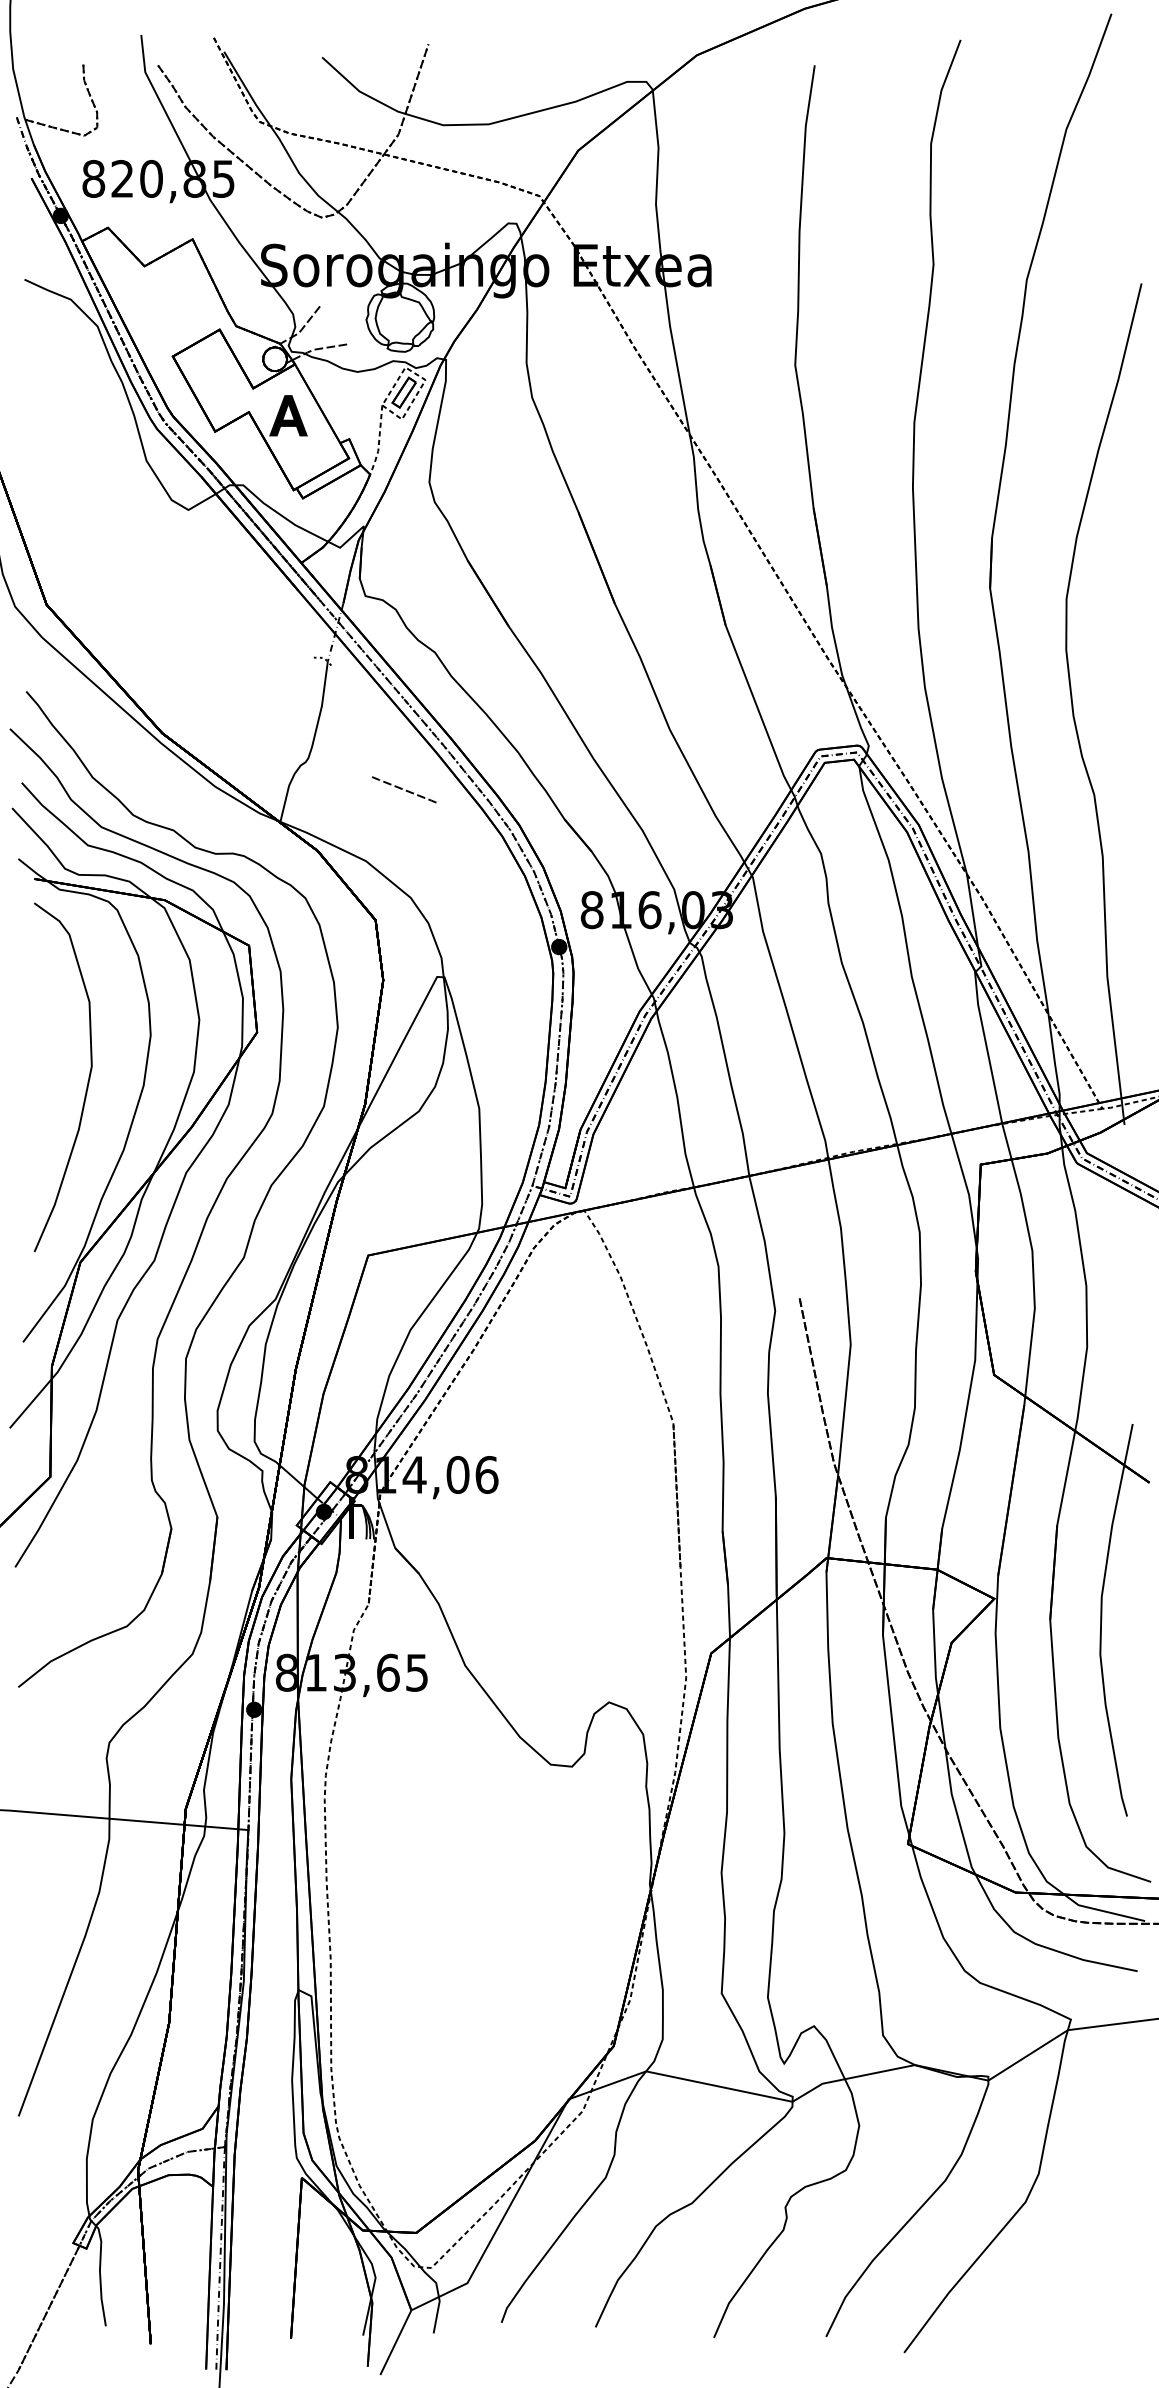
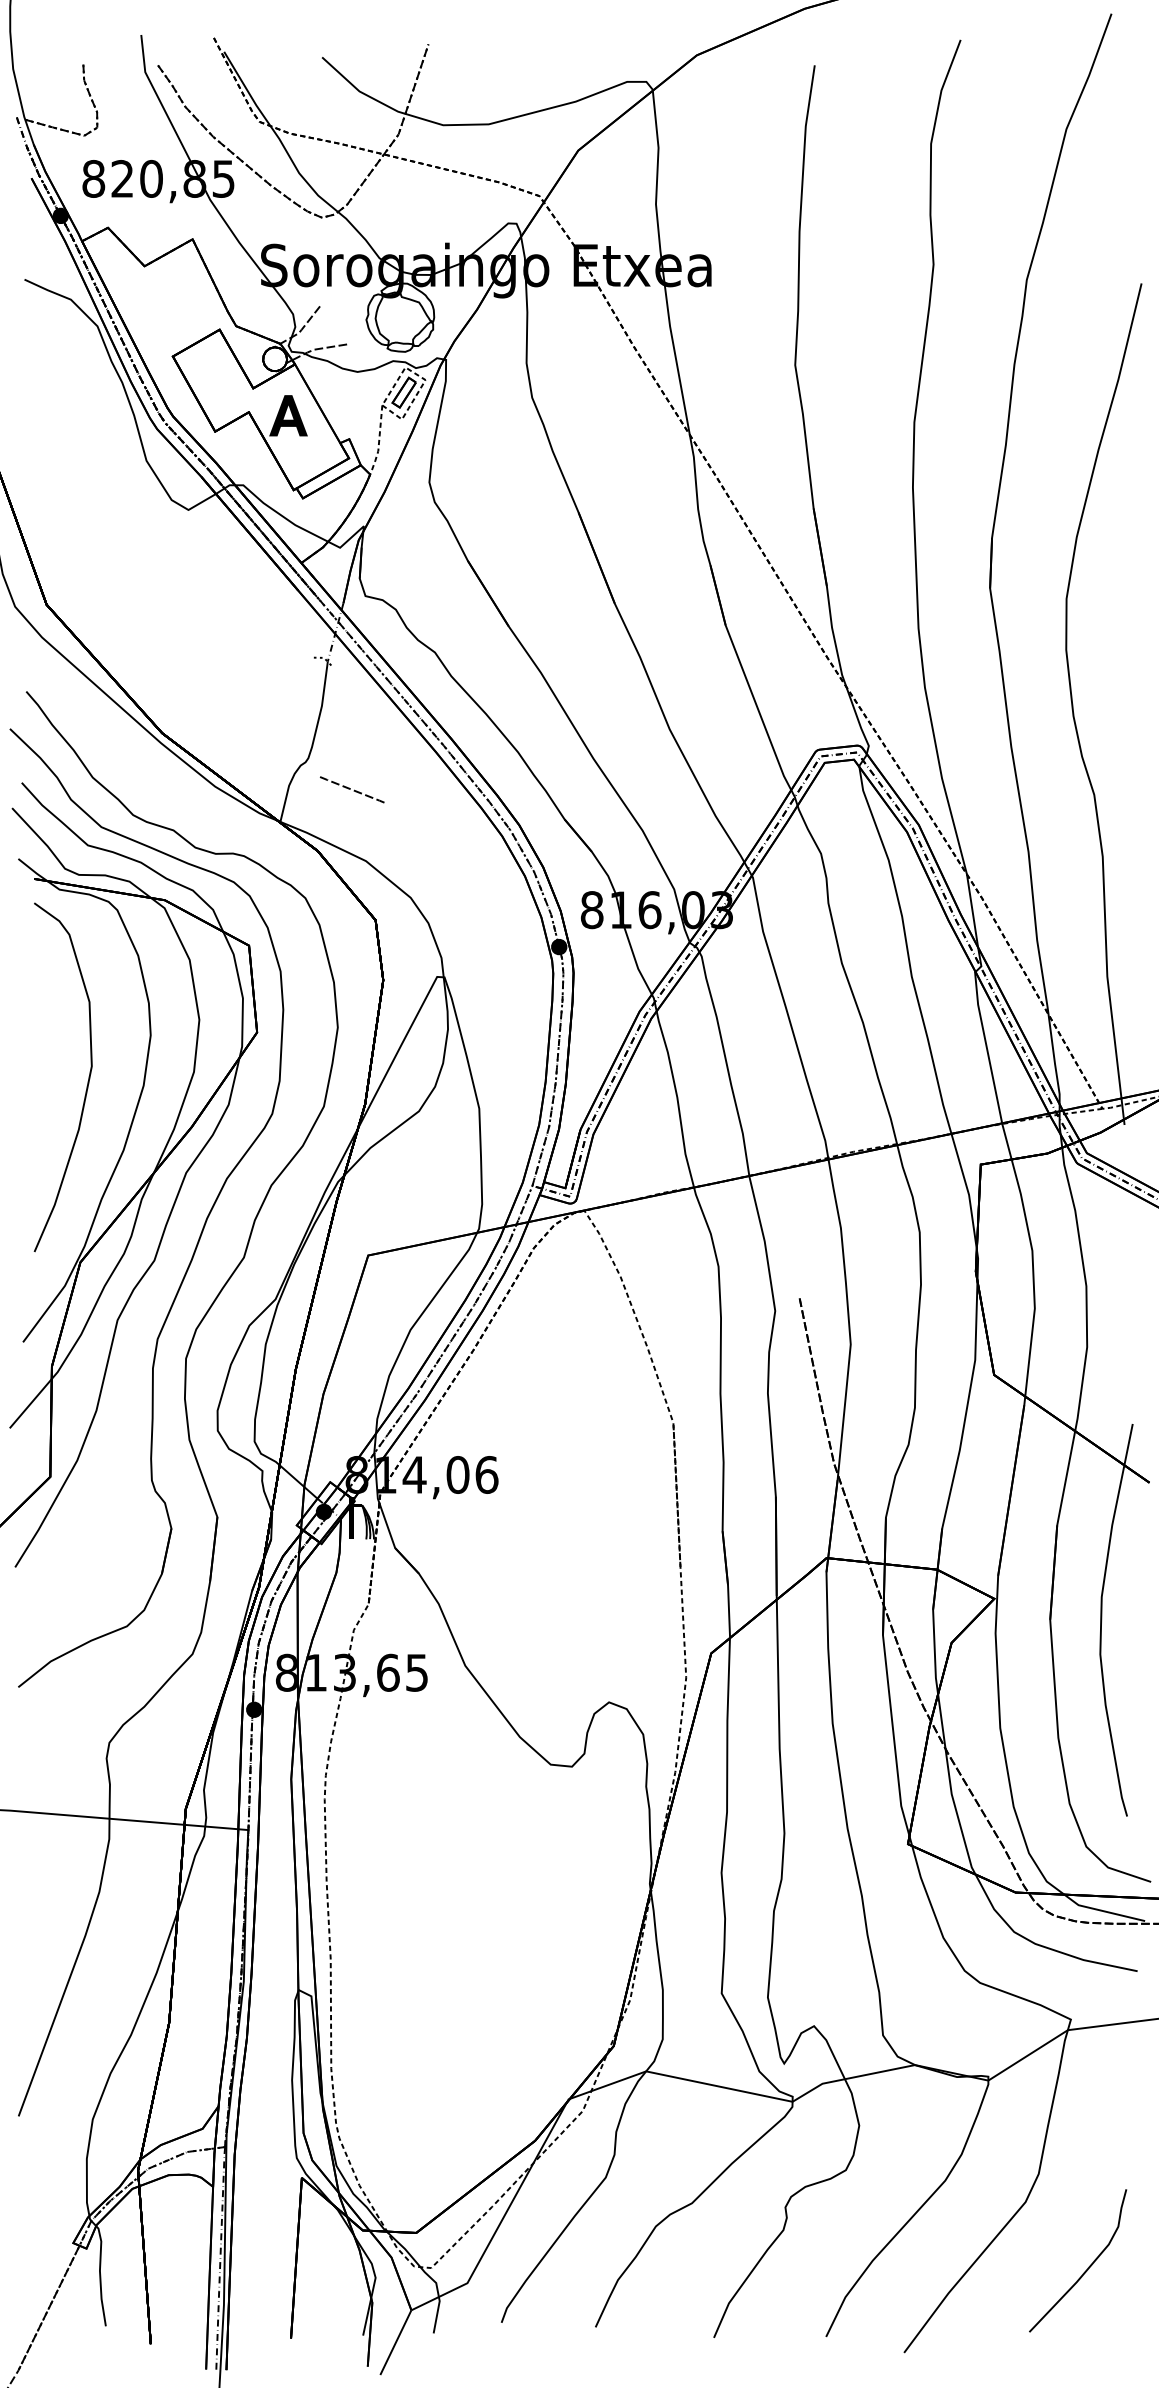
line at (405, 790) position: (405, 790) -> (353, 790)
curve at (1088, 2266): none -> present
